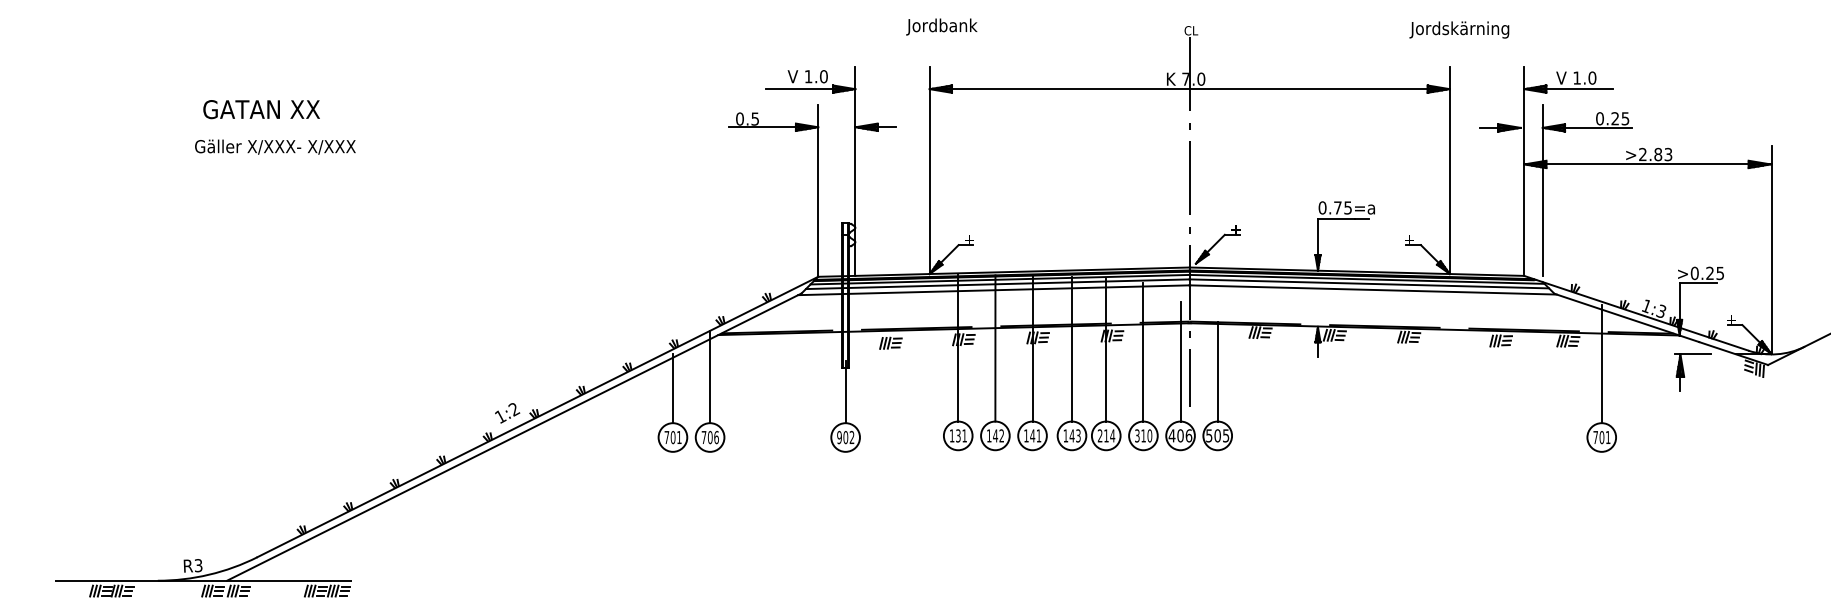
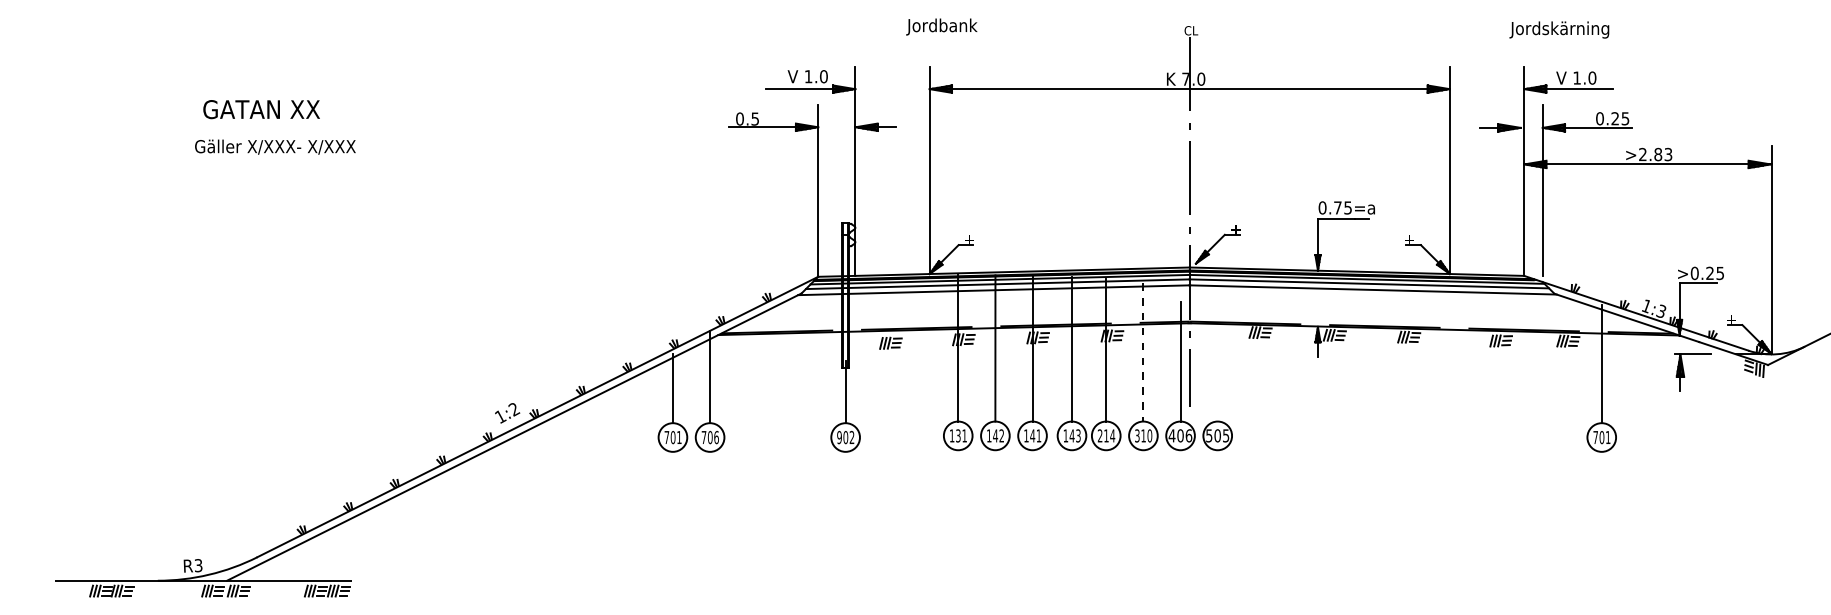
text at (1459, 29) position: (1459, 29) -> (1559, 29)
line at (1143, 352): solid -> dashed
line at (1217, 371): present -> none
